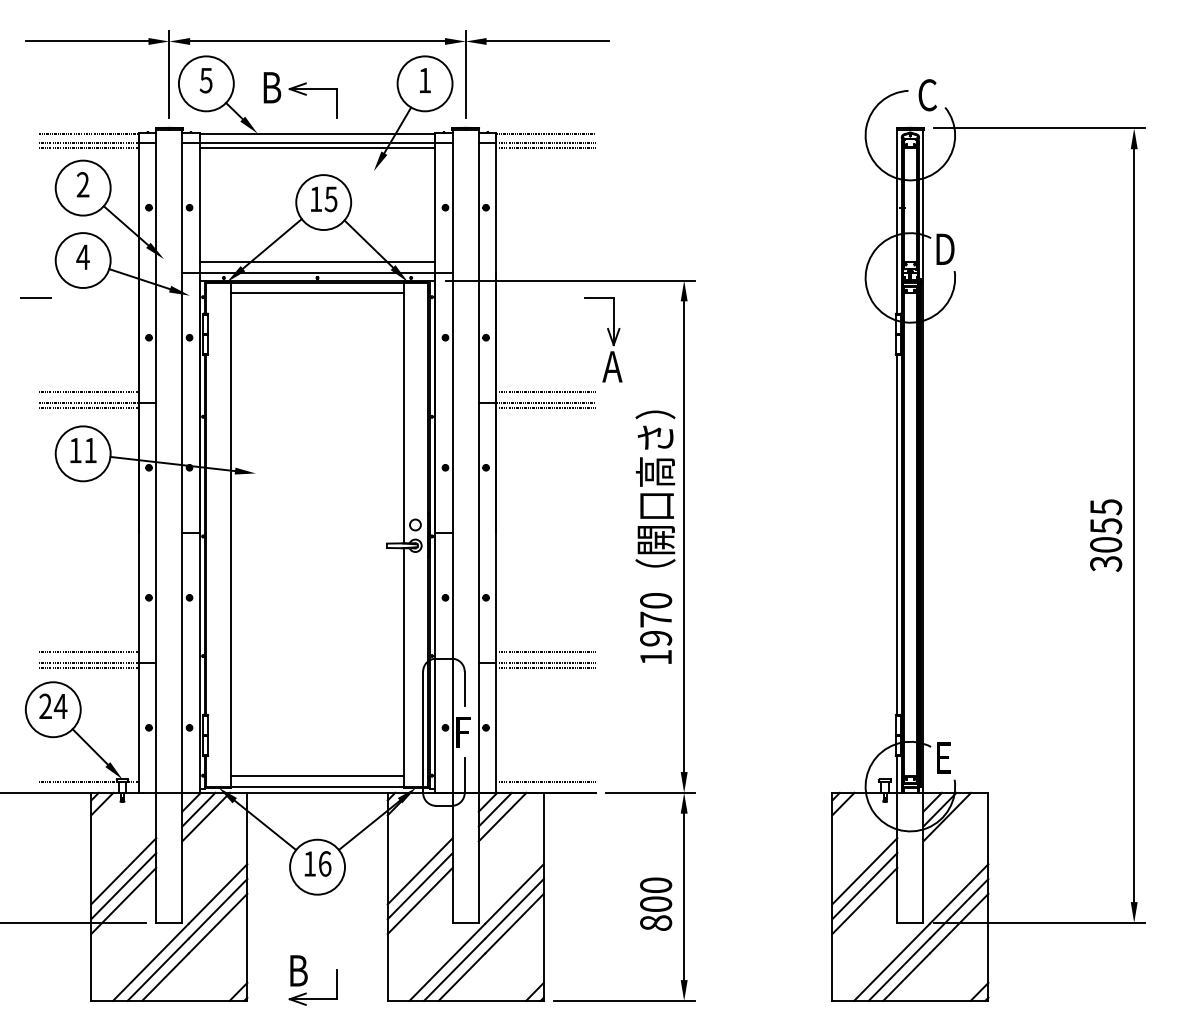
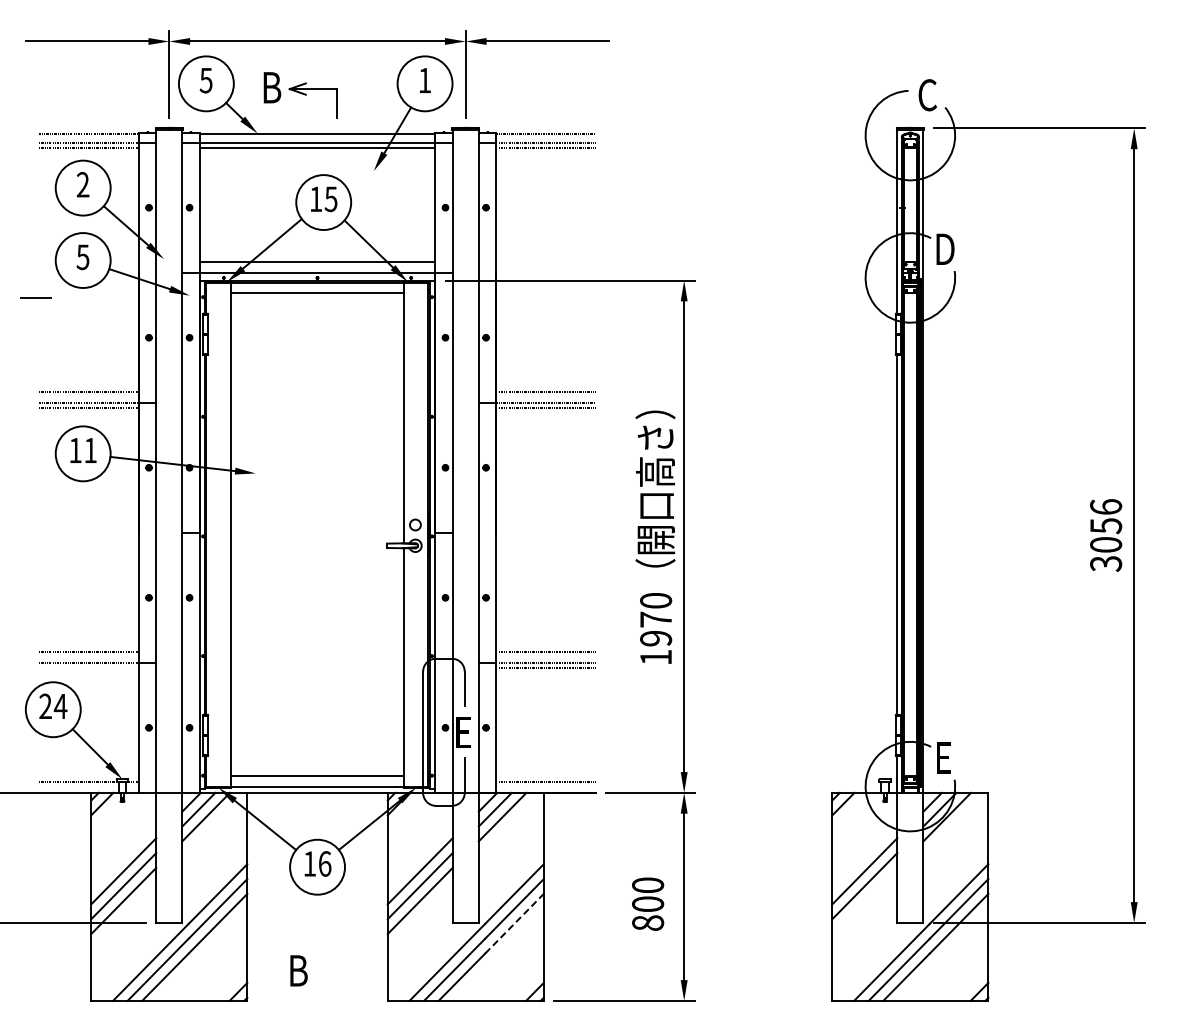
text at (82, 257): 4 -> 5
part at (609, 336): present -> none
text at (1106, 507): 3055 -> 3056
line at (88, 667): present -> none
text at (465, 738): F -> E
line at (864, 900): present -> none
text at (656, 903) position: (656, 903) -> (648, 903)
line at (514, 923): solid -> dashed
part at (306, 992): present -> none
